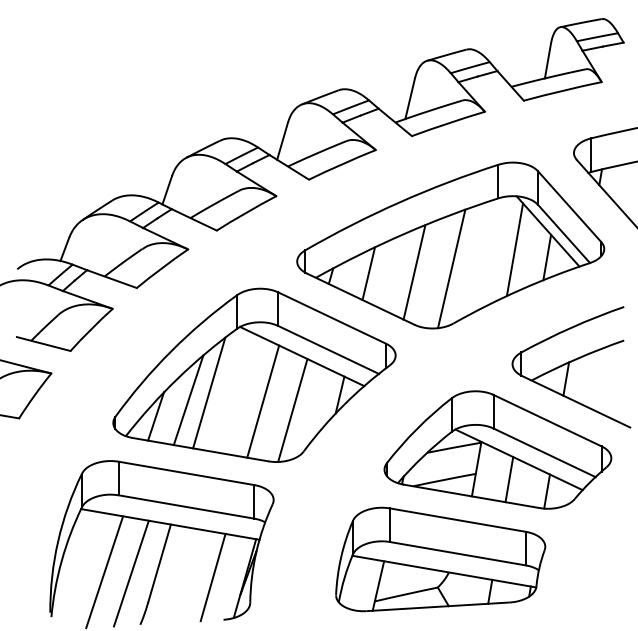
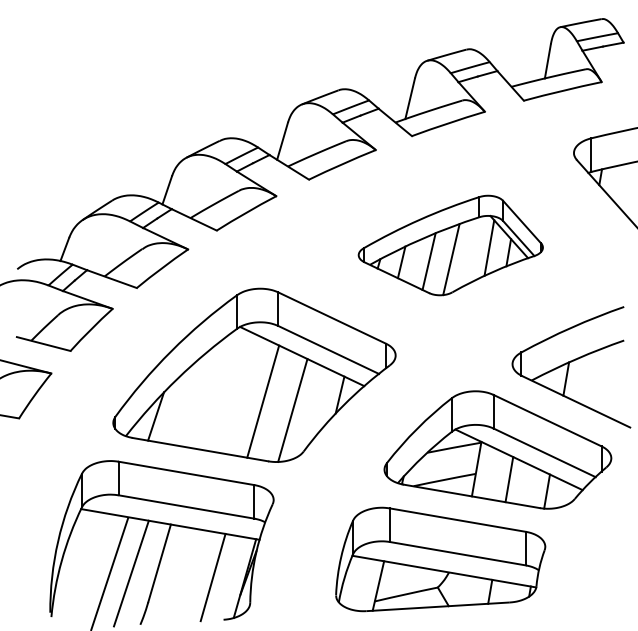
part at (450, 245) size: 310x169 px -> 187x103 px
line at (209, 392): present -> none
line at (188, 400): present -> none
line at (104, 571) position: (104, 571) -> (110, 572)
